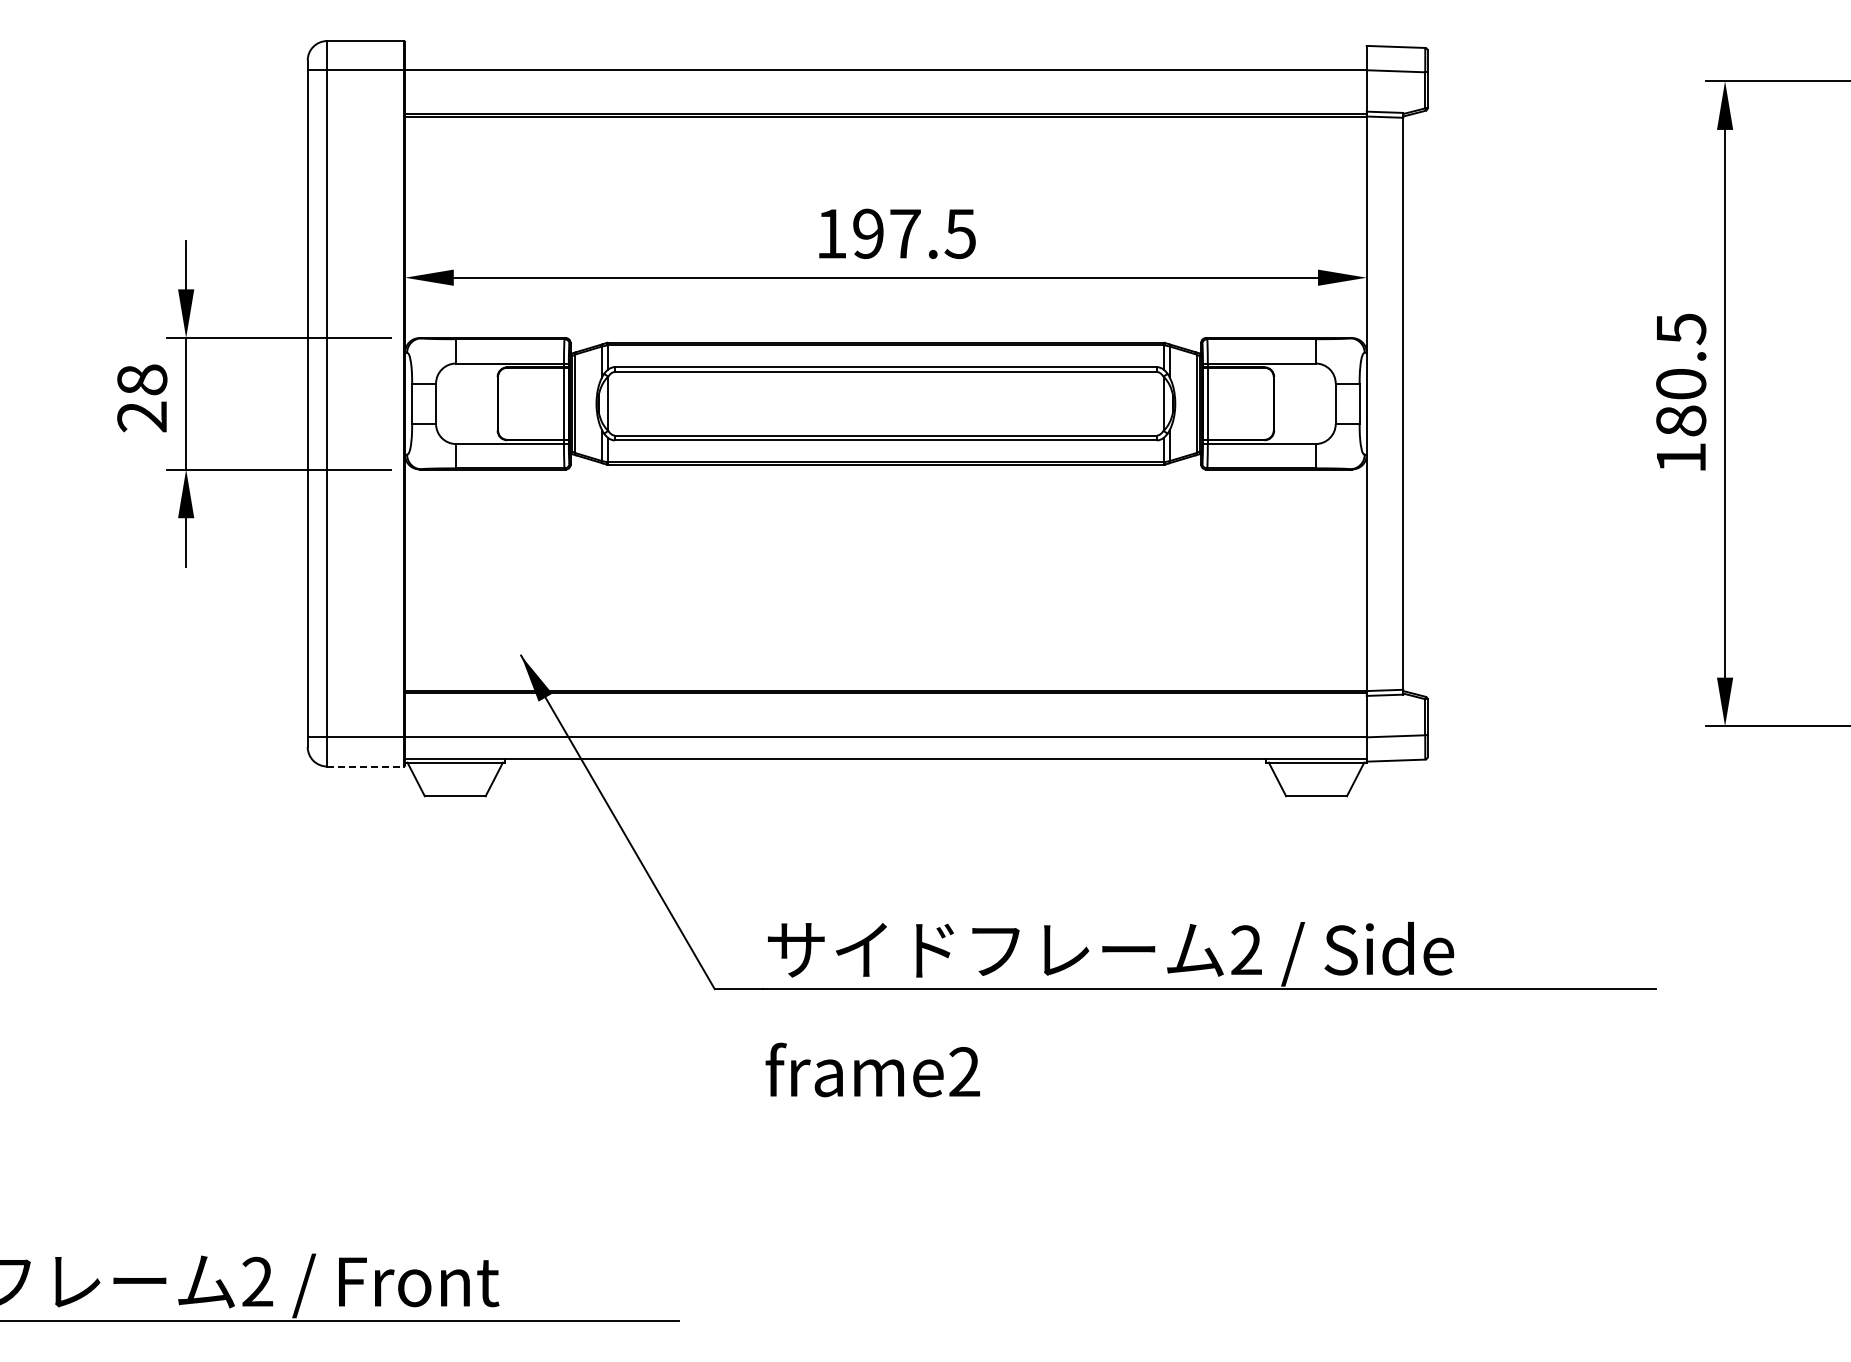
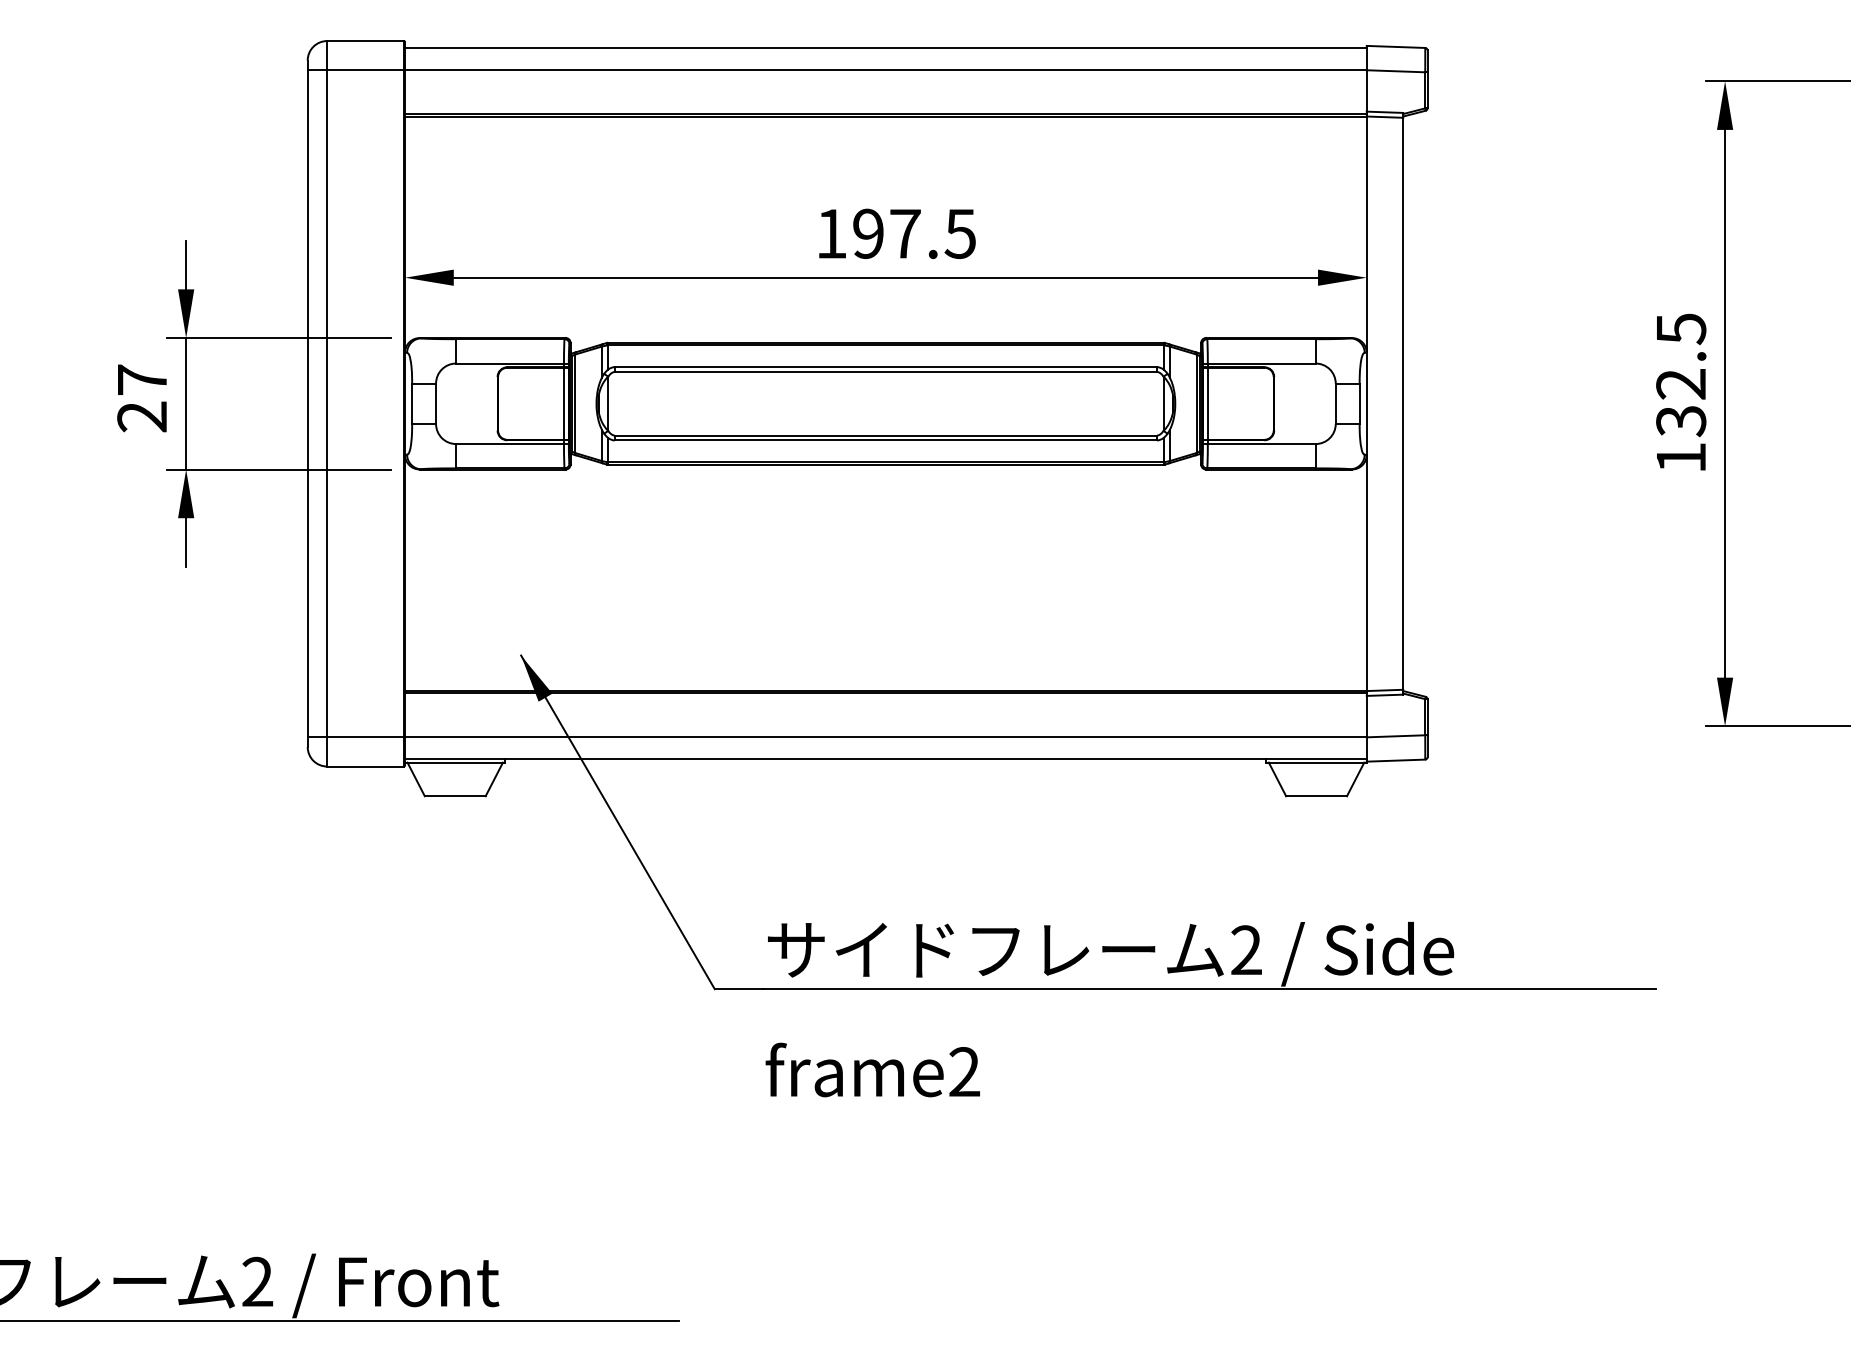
line at (885, 48): none -> present
text at (142, 379): 28 -> 27
text at (1681, 403): 180.5 -> 132.5
line at (366, 766): dashed -> solid
